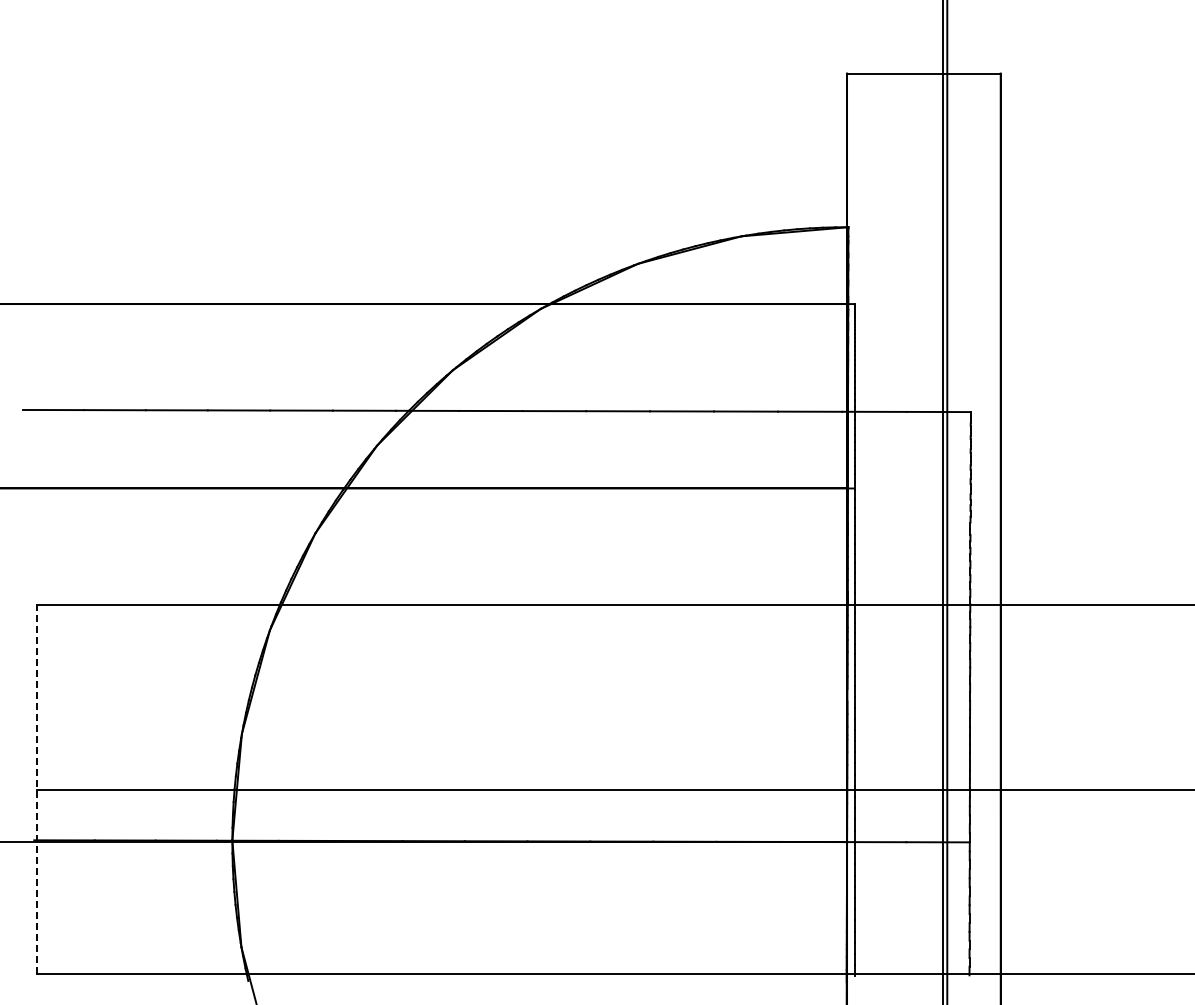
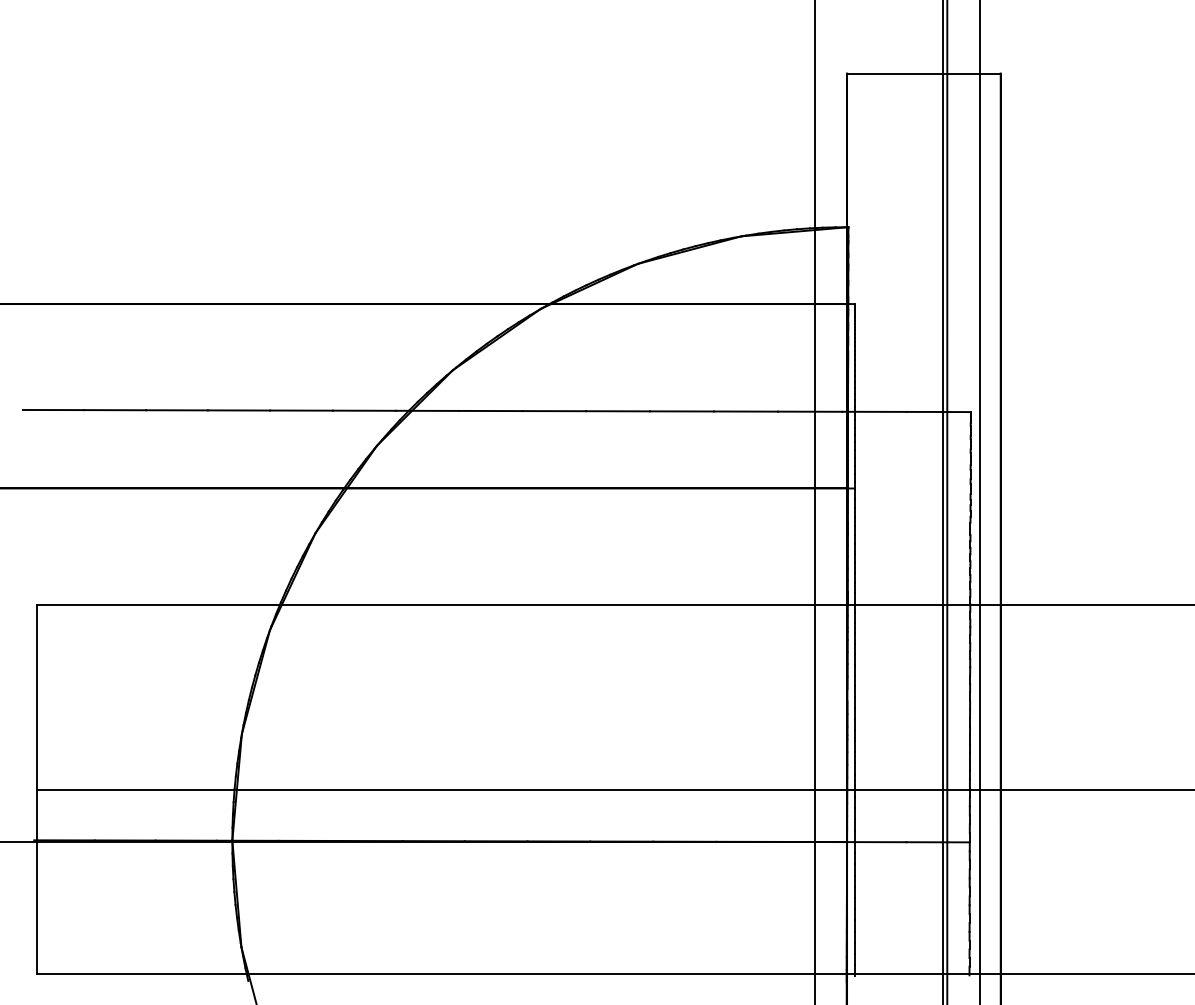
line at (814, 501): none -> present
line at (980, 501): none -> present
line at (37, 789): dashed -> solid
